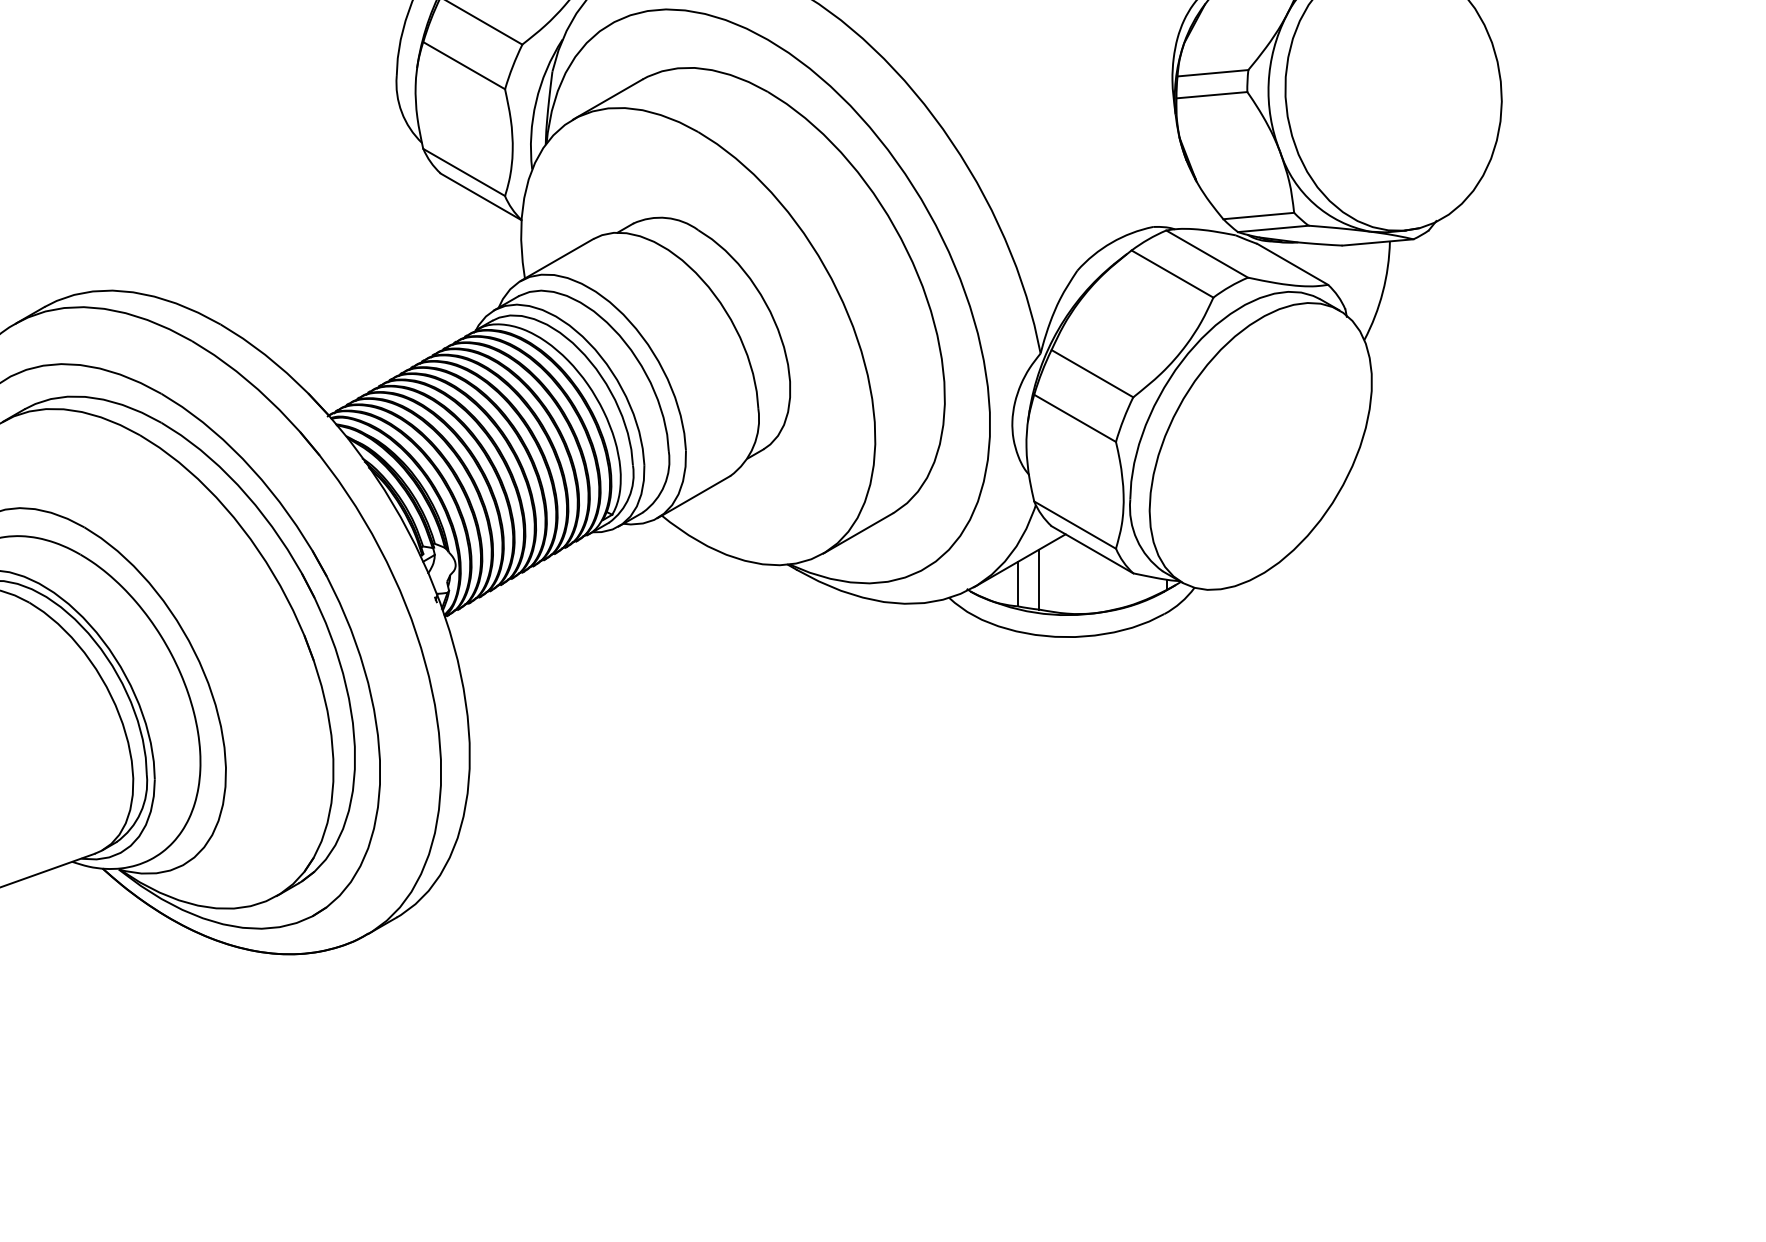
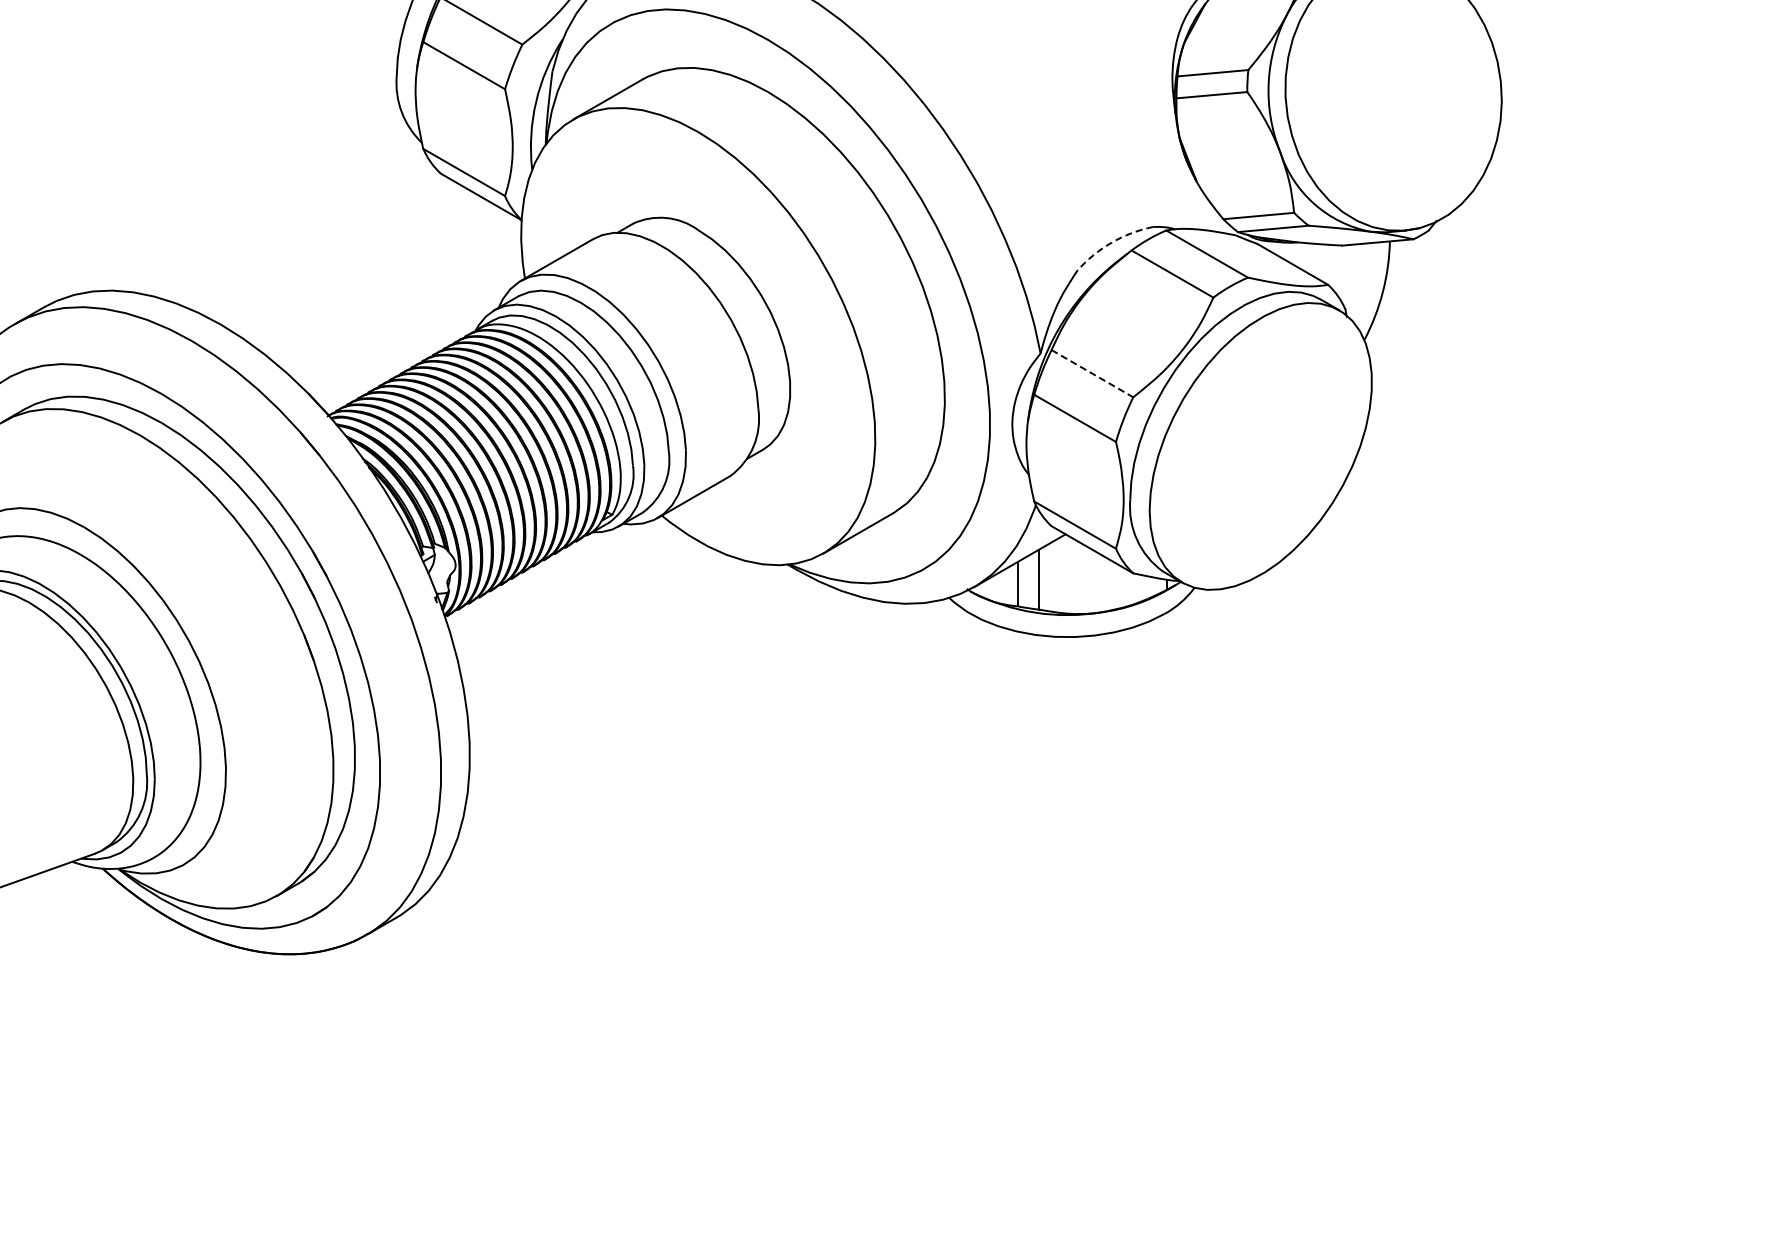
arc at (1111, 242): solid -> dashed
line at (1092, 373): solid -> dashed
